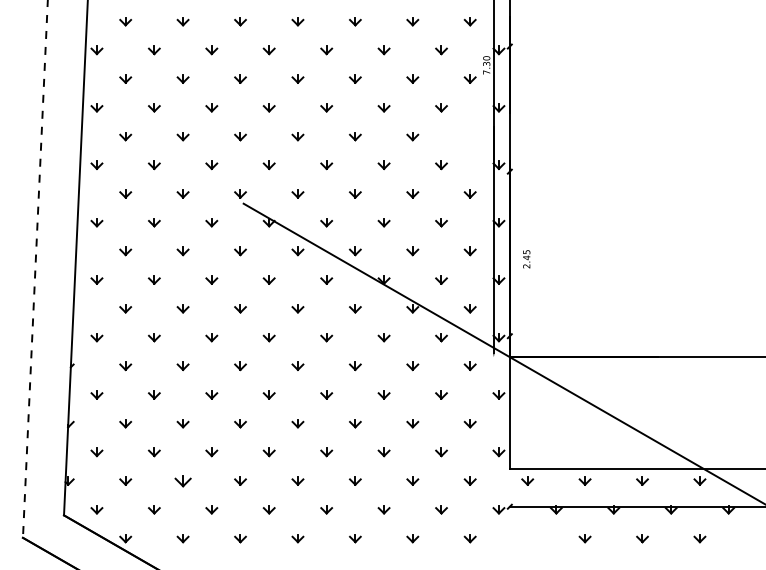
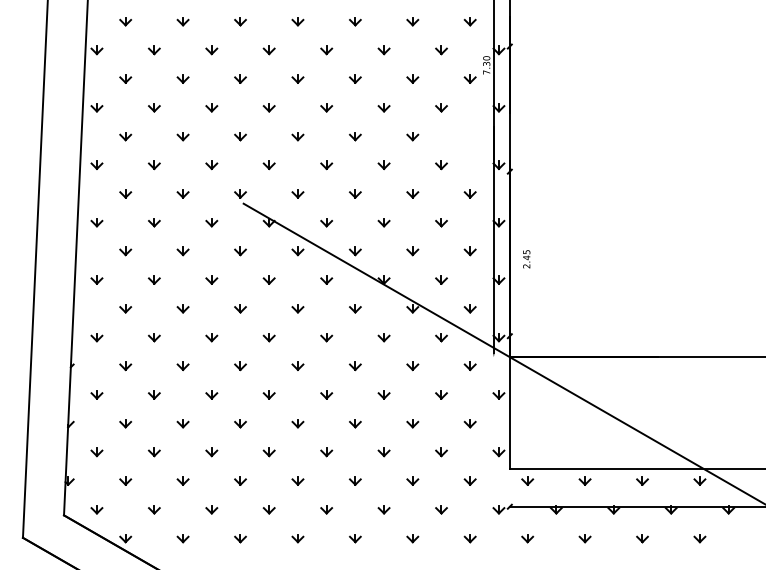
line at (35, 269): dashed -> solid
part at (182, 481) size: 18x13 px -> 14x10 px
part at (527, 538): none -> present
